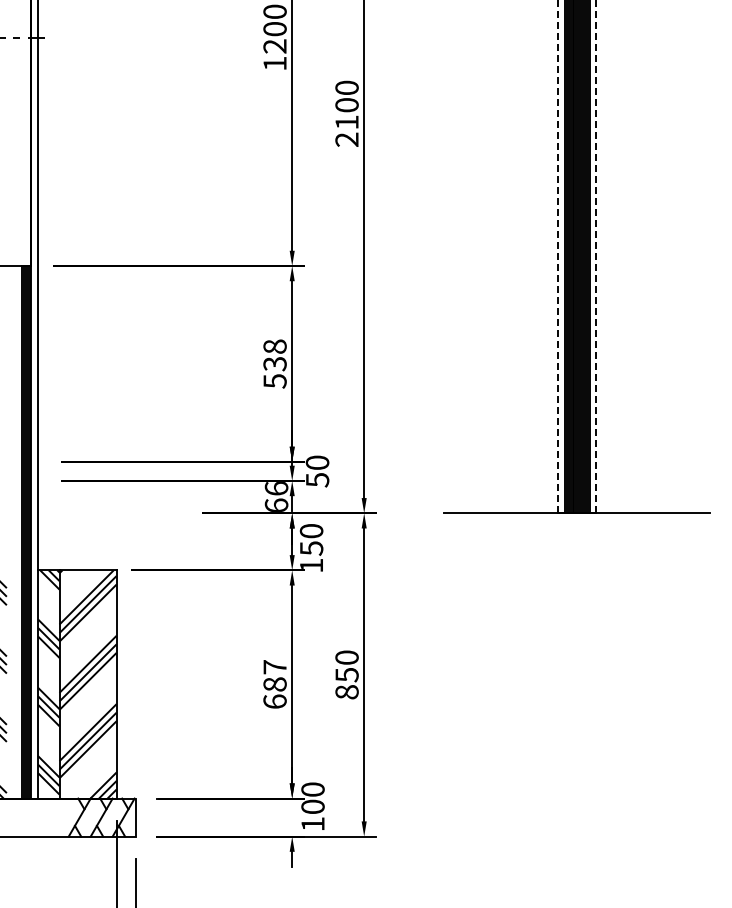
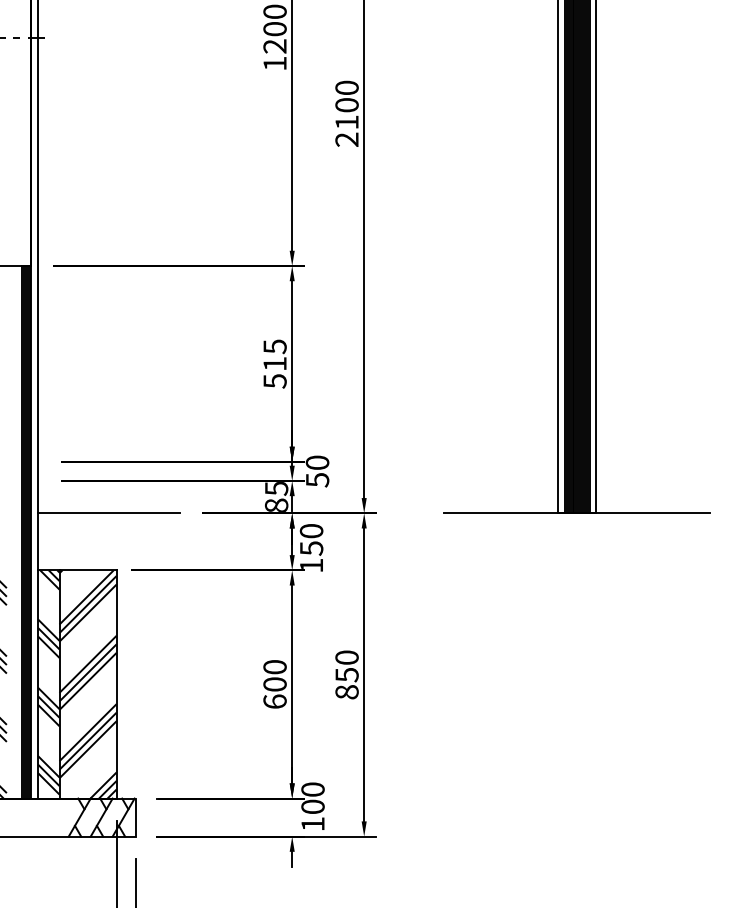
line at (558, 256): dashed -> solid
line at (596, 256): dashed -> solid
text at (274, 355): 538 -> 515
text at (276, 496): 66 -> 85
line at (108, 513): none -> present
text at (274, 675): 687 -> 600
